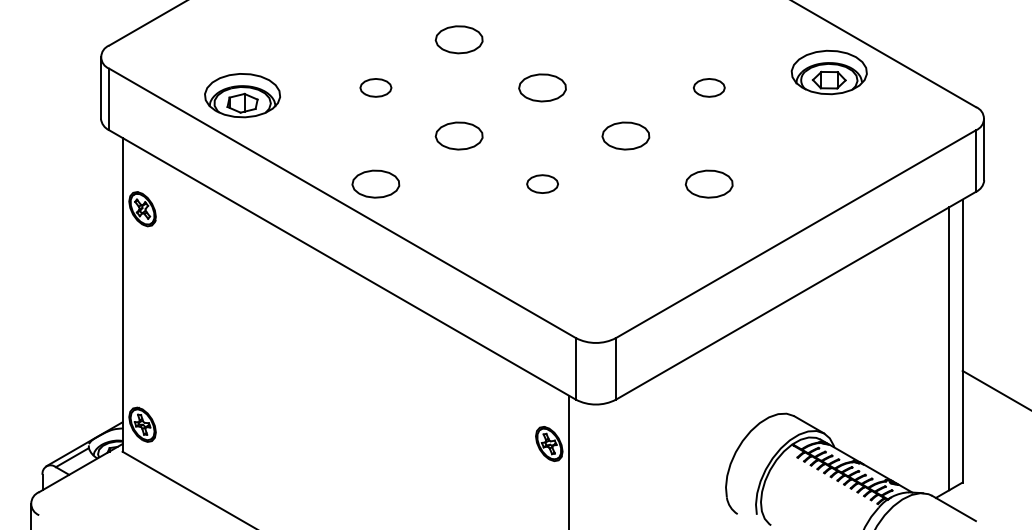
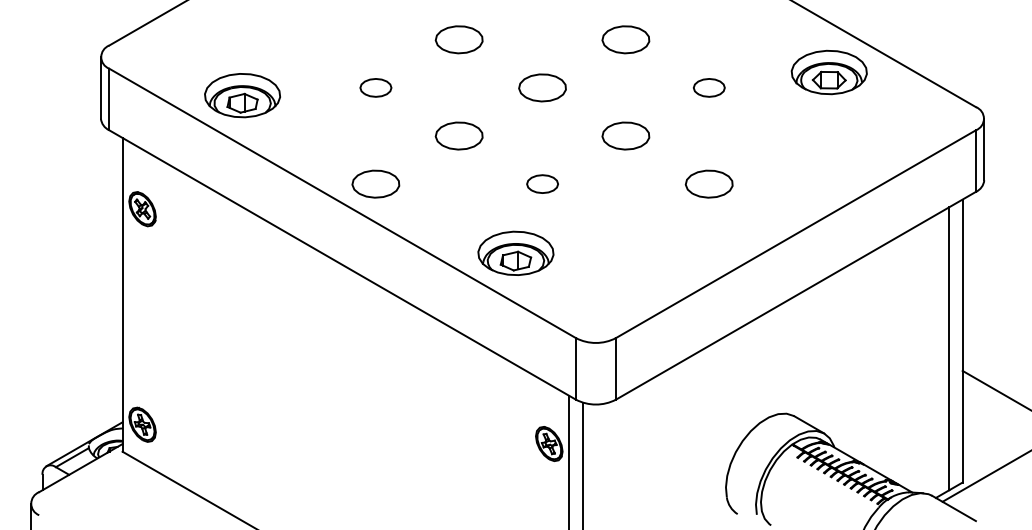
part at (625, 39): none -> present
part at (515, 252): none -> present
line at (582, 464): none -> present
line at (985, 476): none -> present
